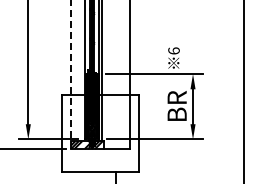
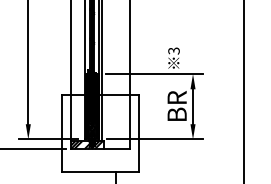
text at (173, 50): 6 -> 3
line at (70, 74): dashed -> solid
